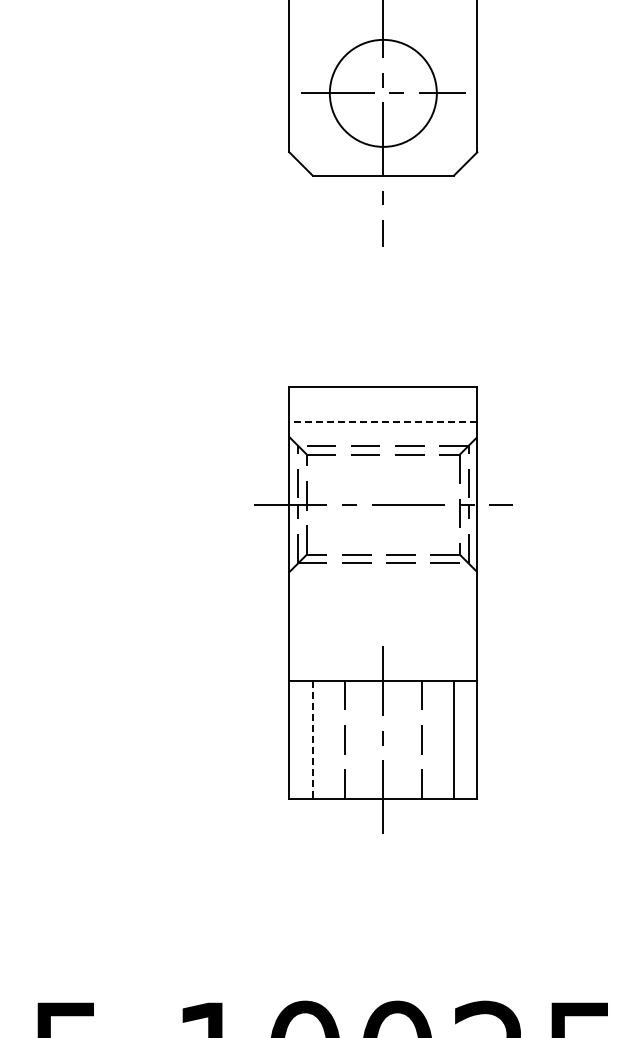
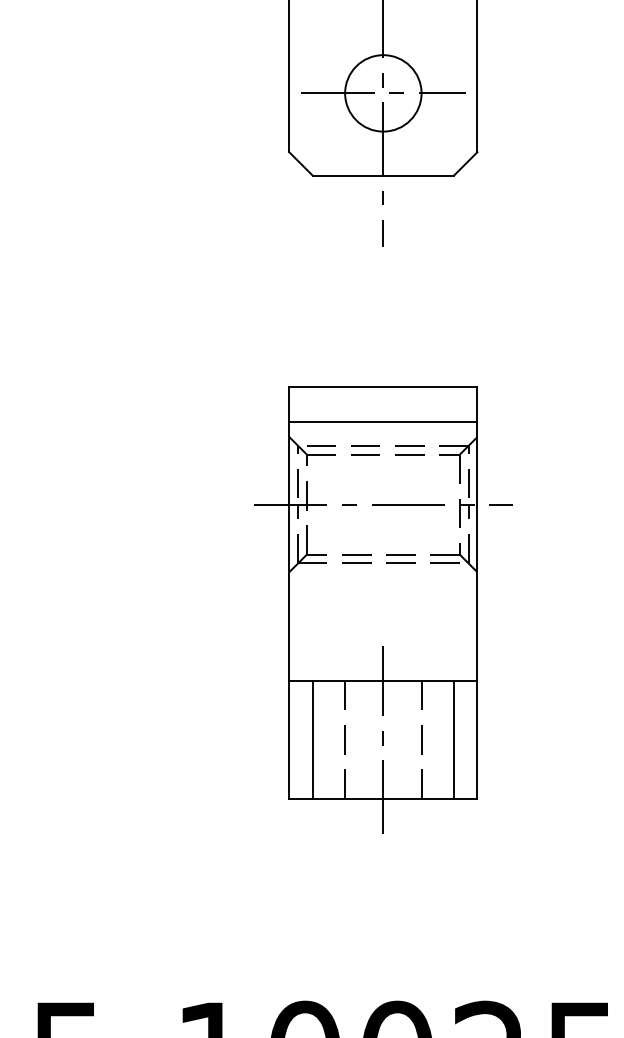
circle at (382, 92) diameter: 107 px -> 76 px
line at (382, 422): dashed -> solid
line at (312, 739): dashed -> solid
